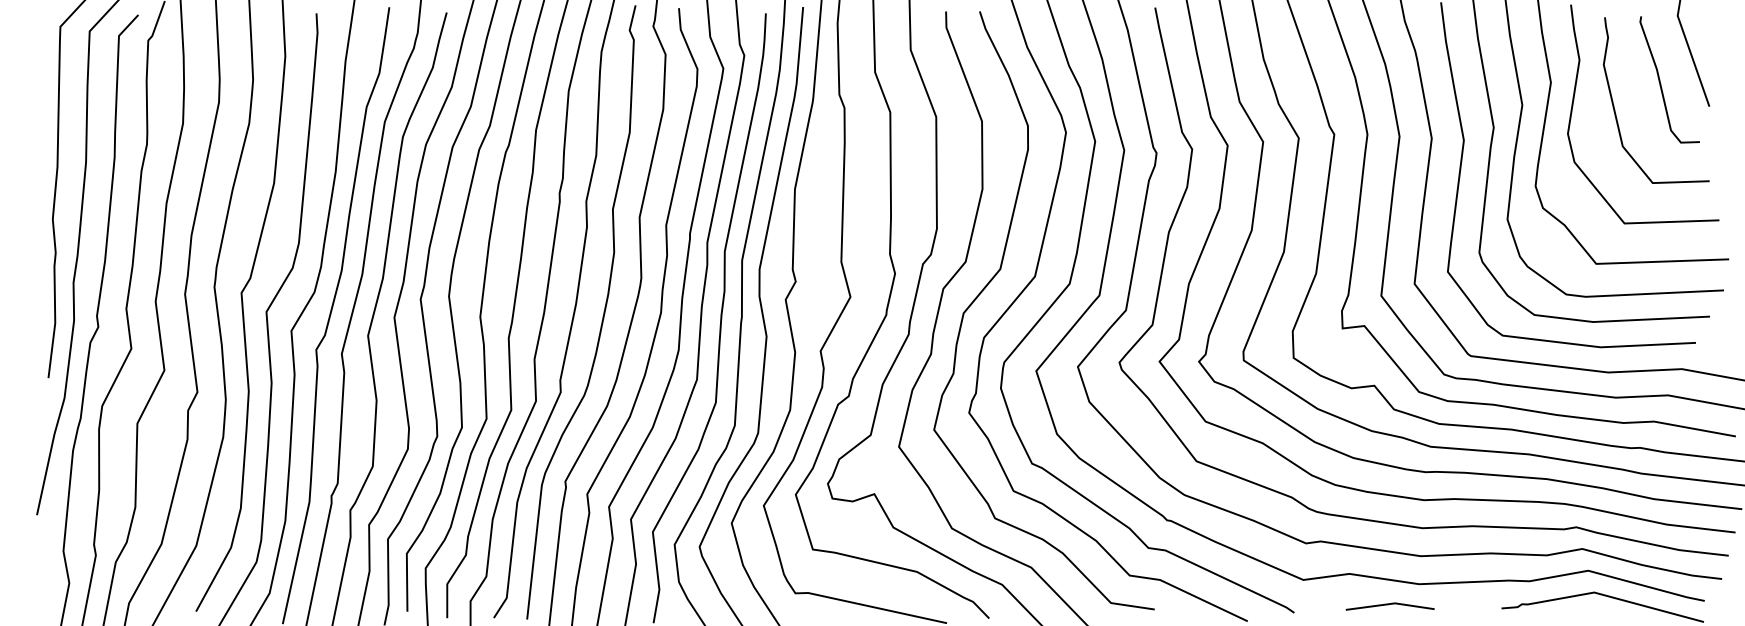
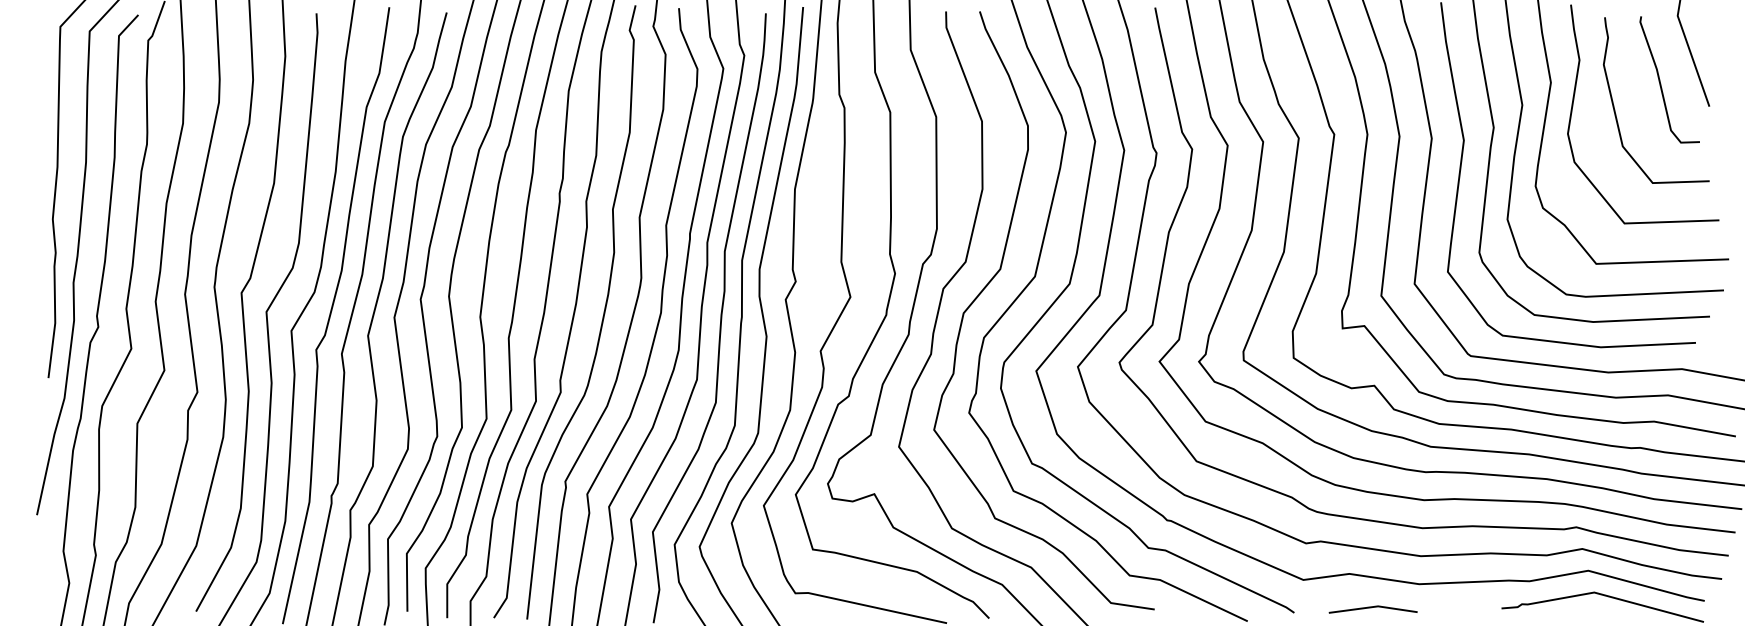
line at (1388, 605) position: (1388, 605) -> (1371, 608)
